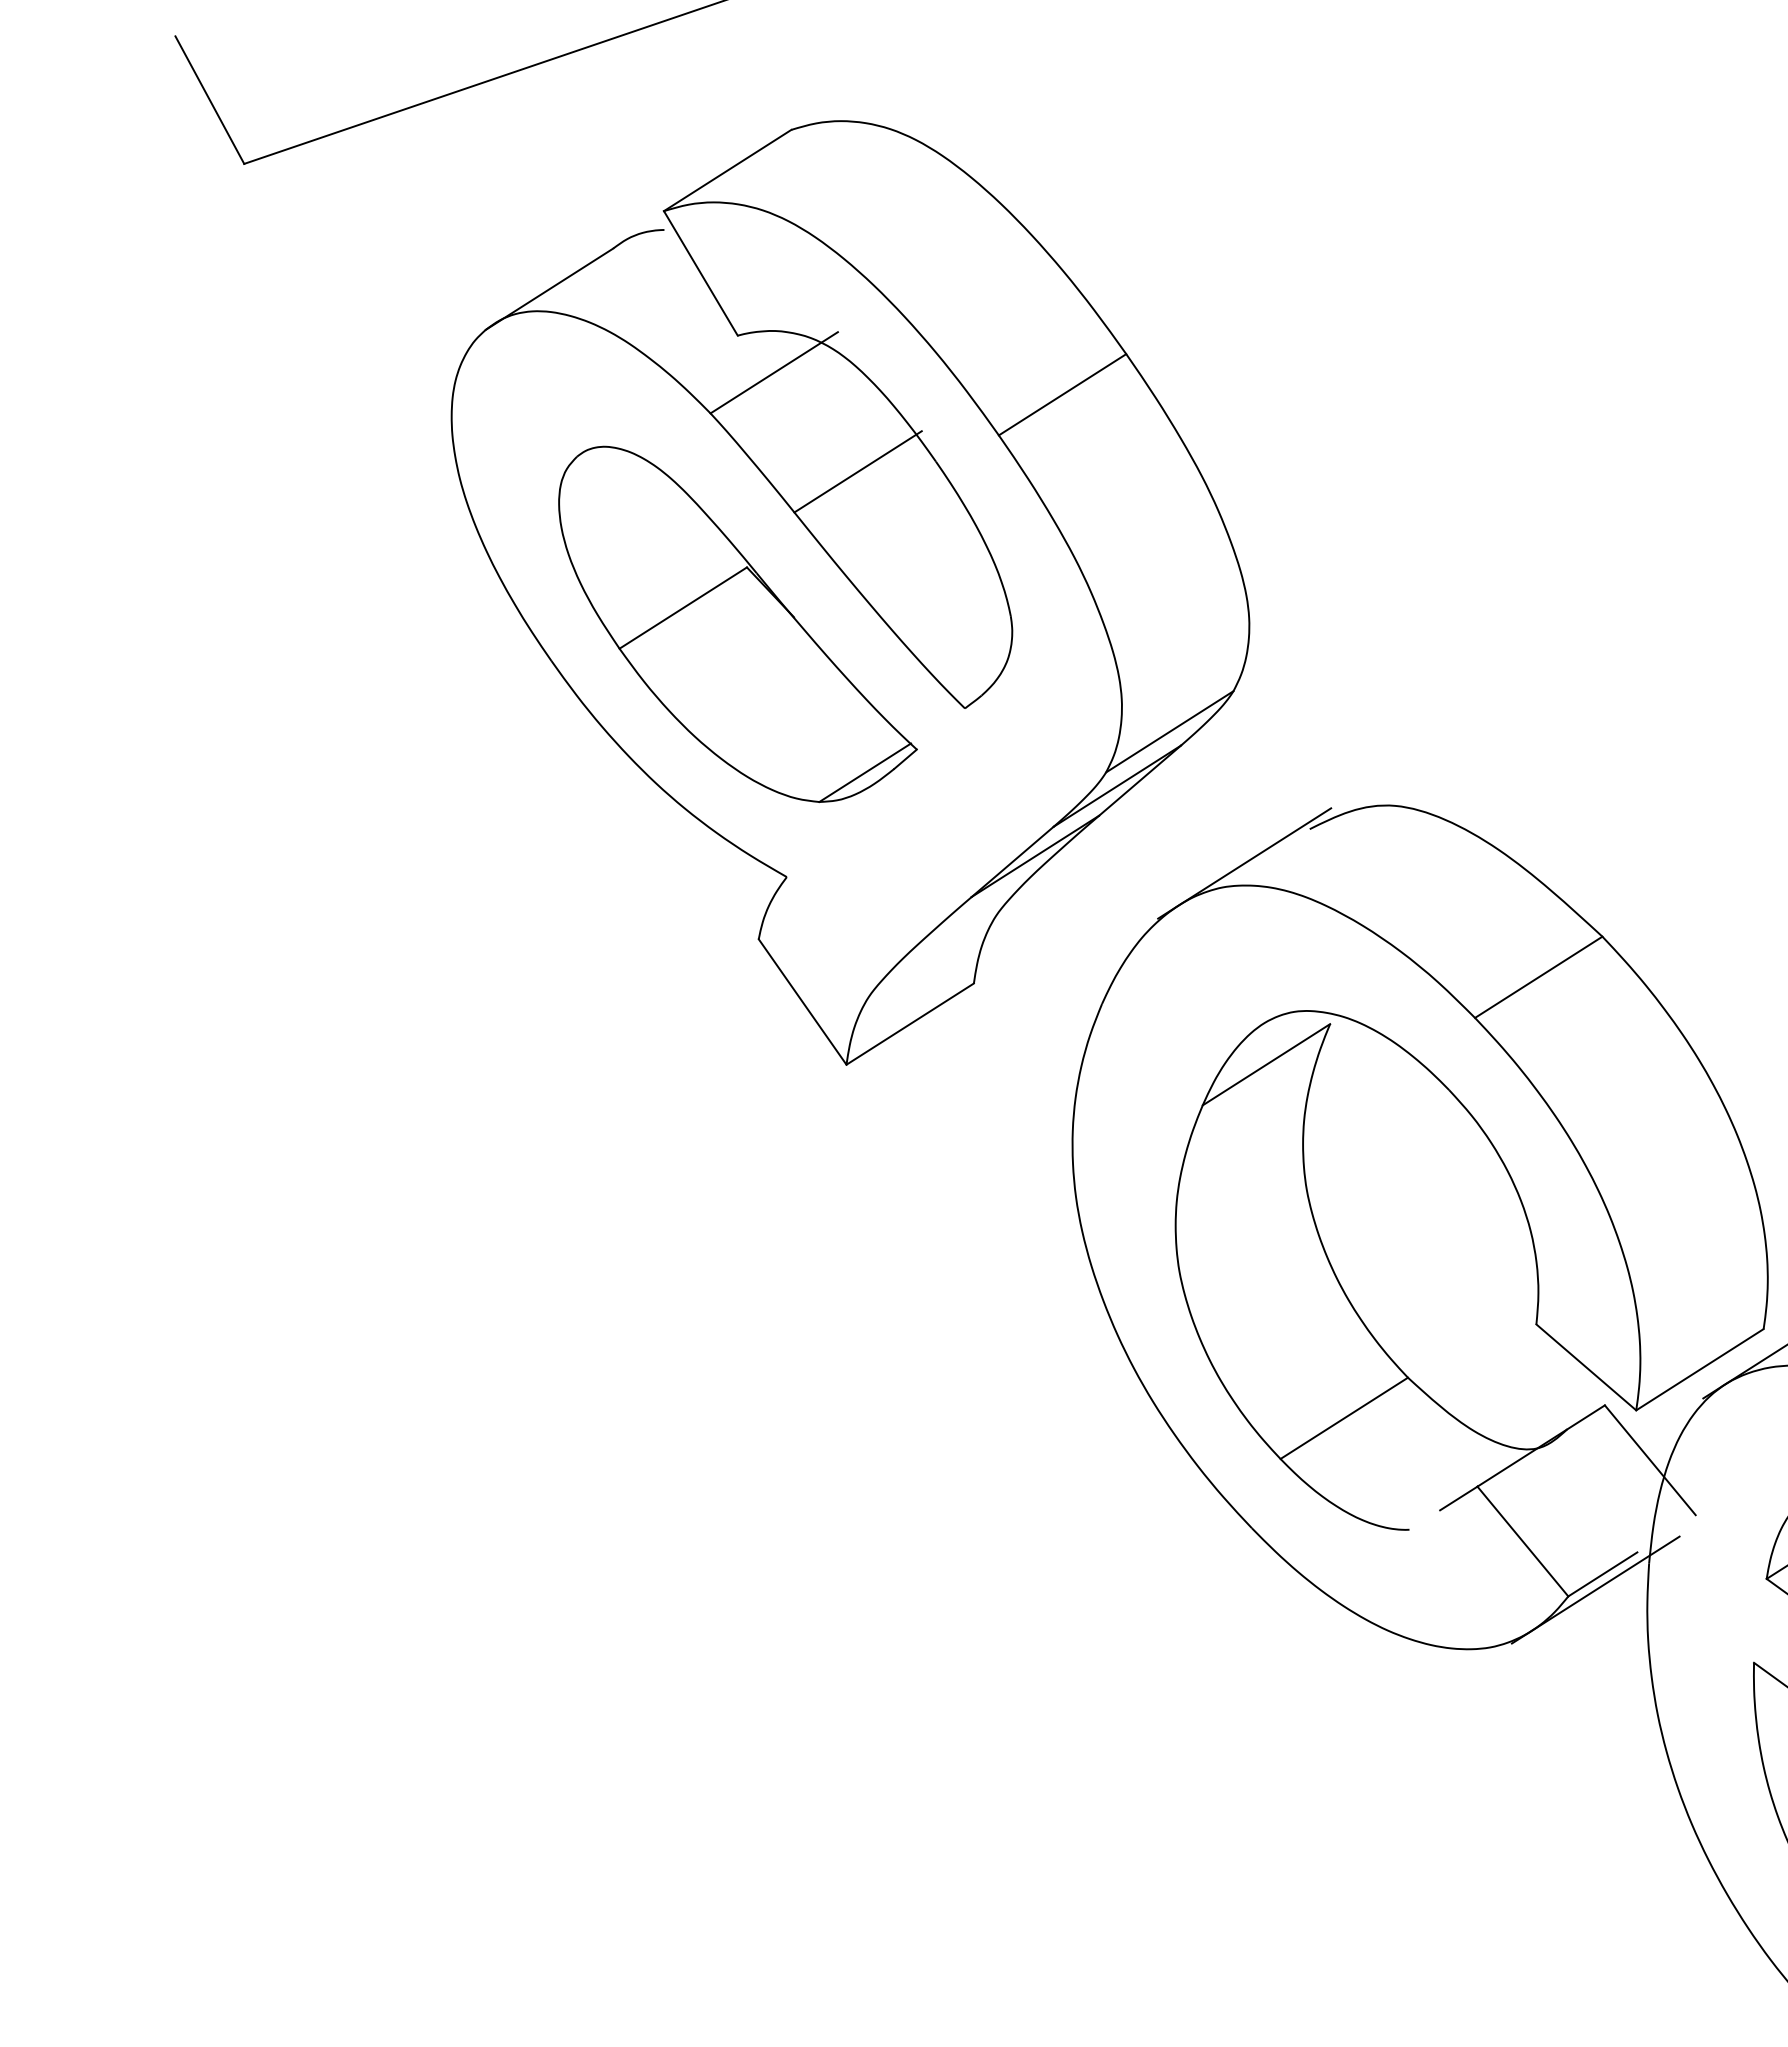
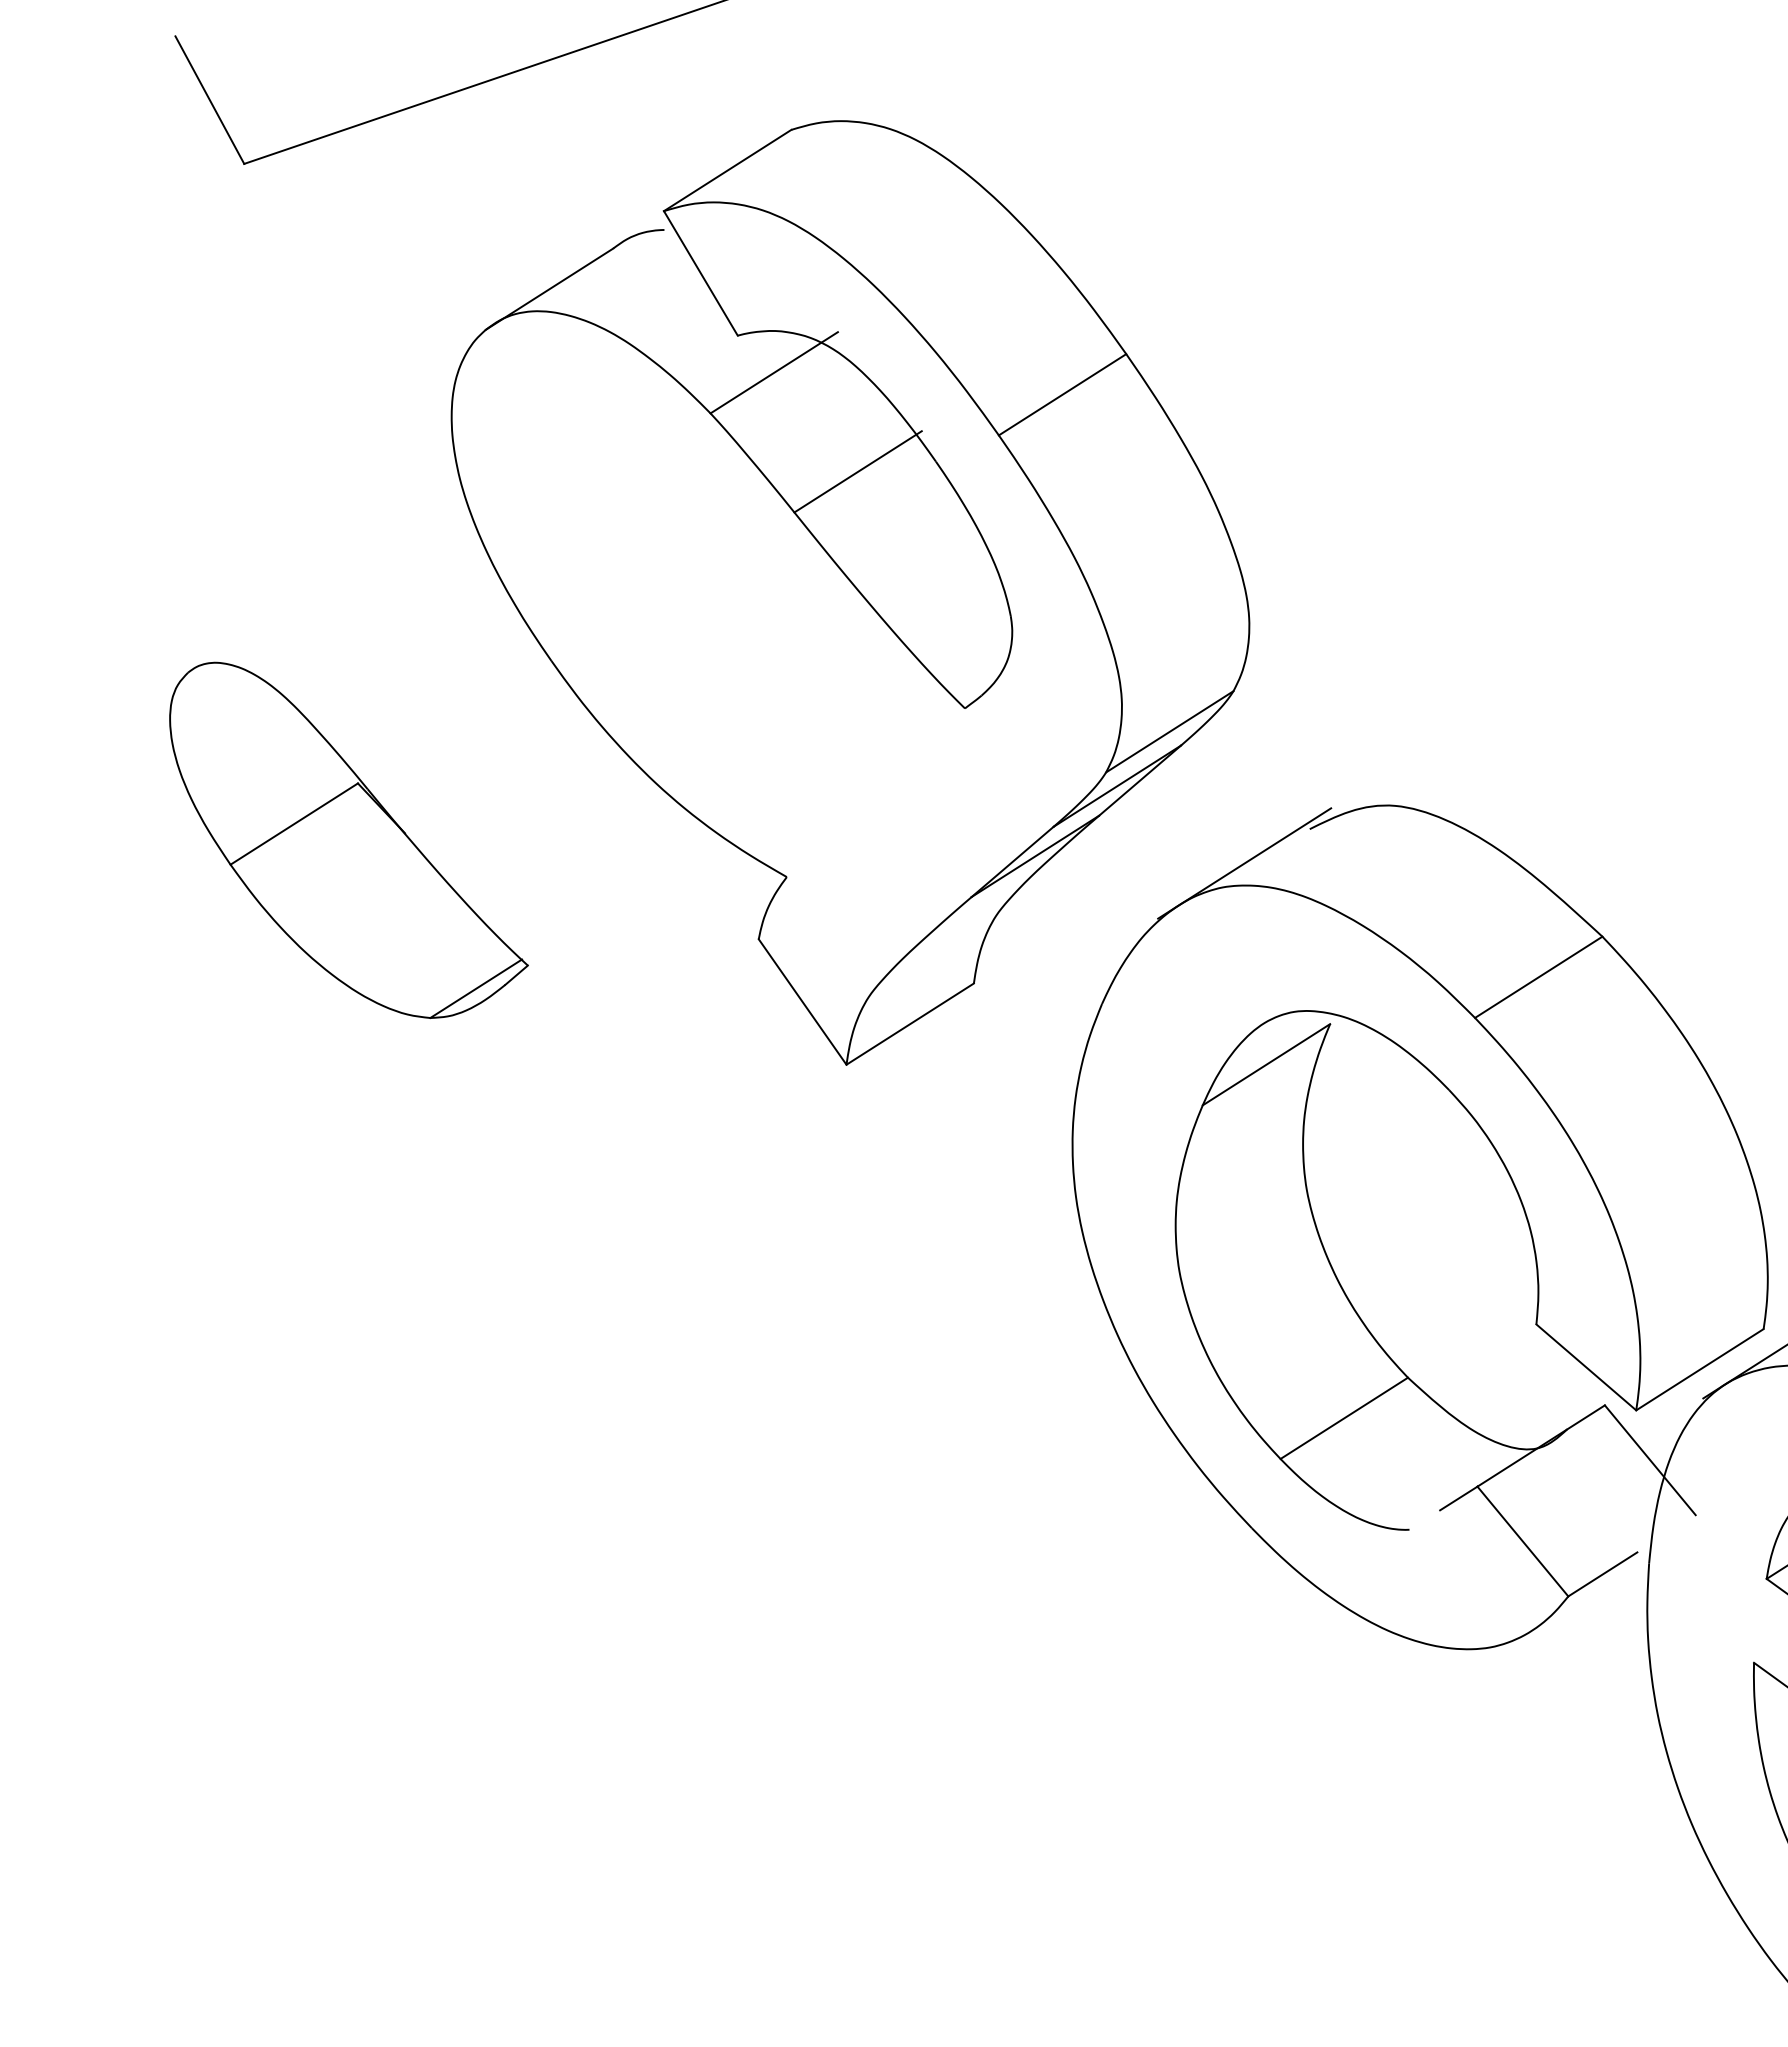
part at (737, 623) position: (737, 623) -> (348, 839)
line at (1595, 1589): present -> none
